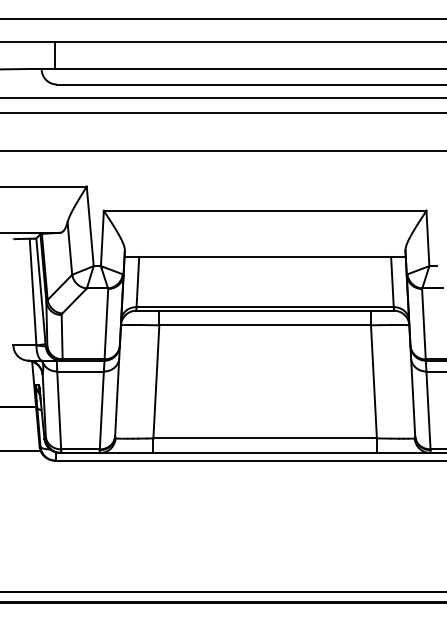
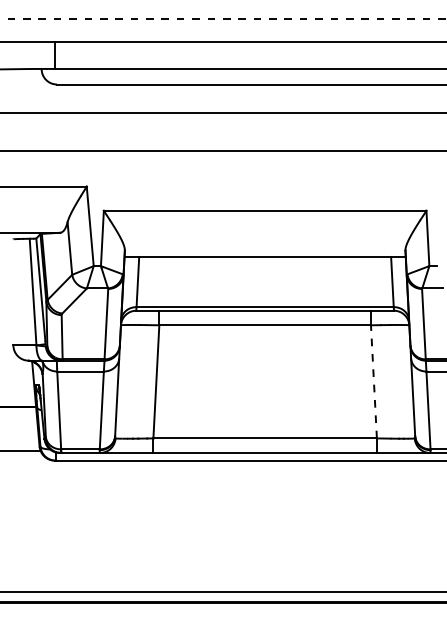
line at (223, 18): solid -> dashed
line at (222, 98): present -> none
line at (373, 381): solid -> dashed
